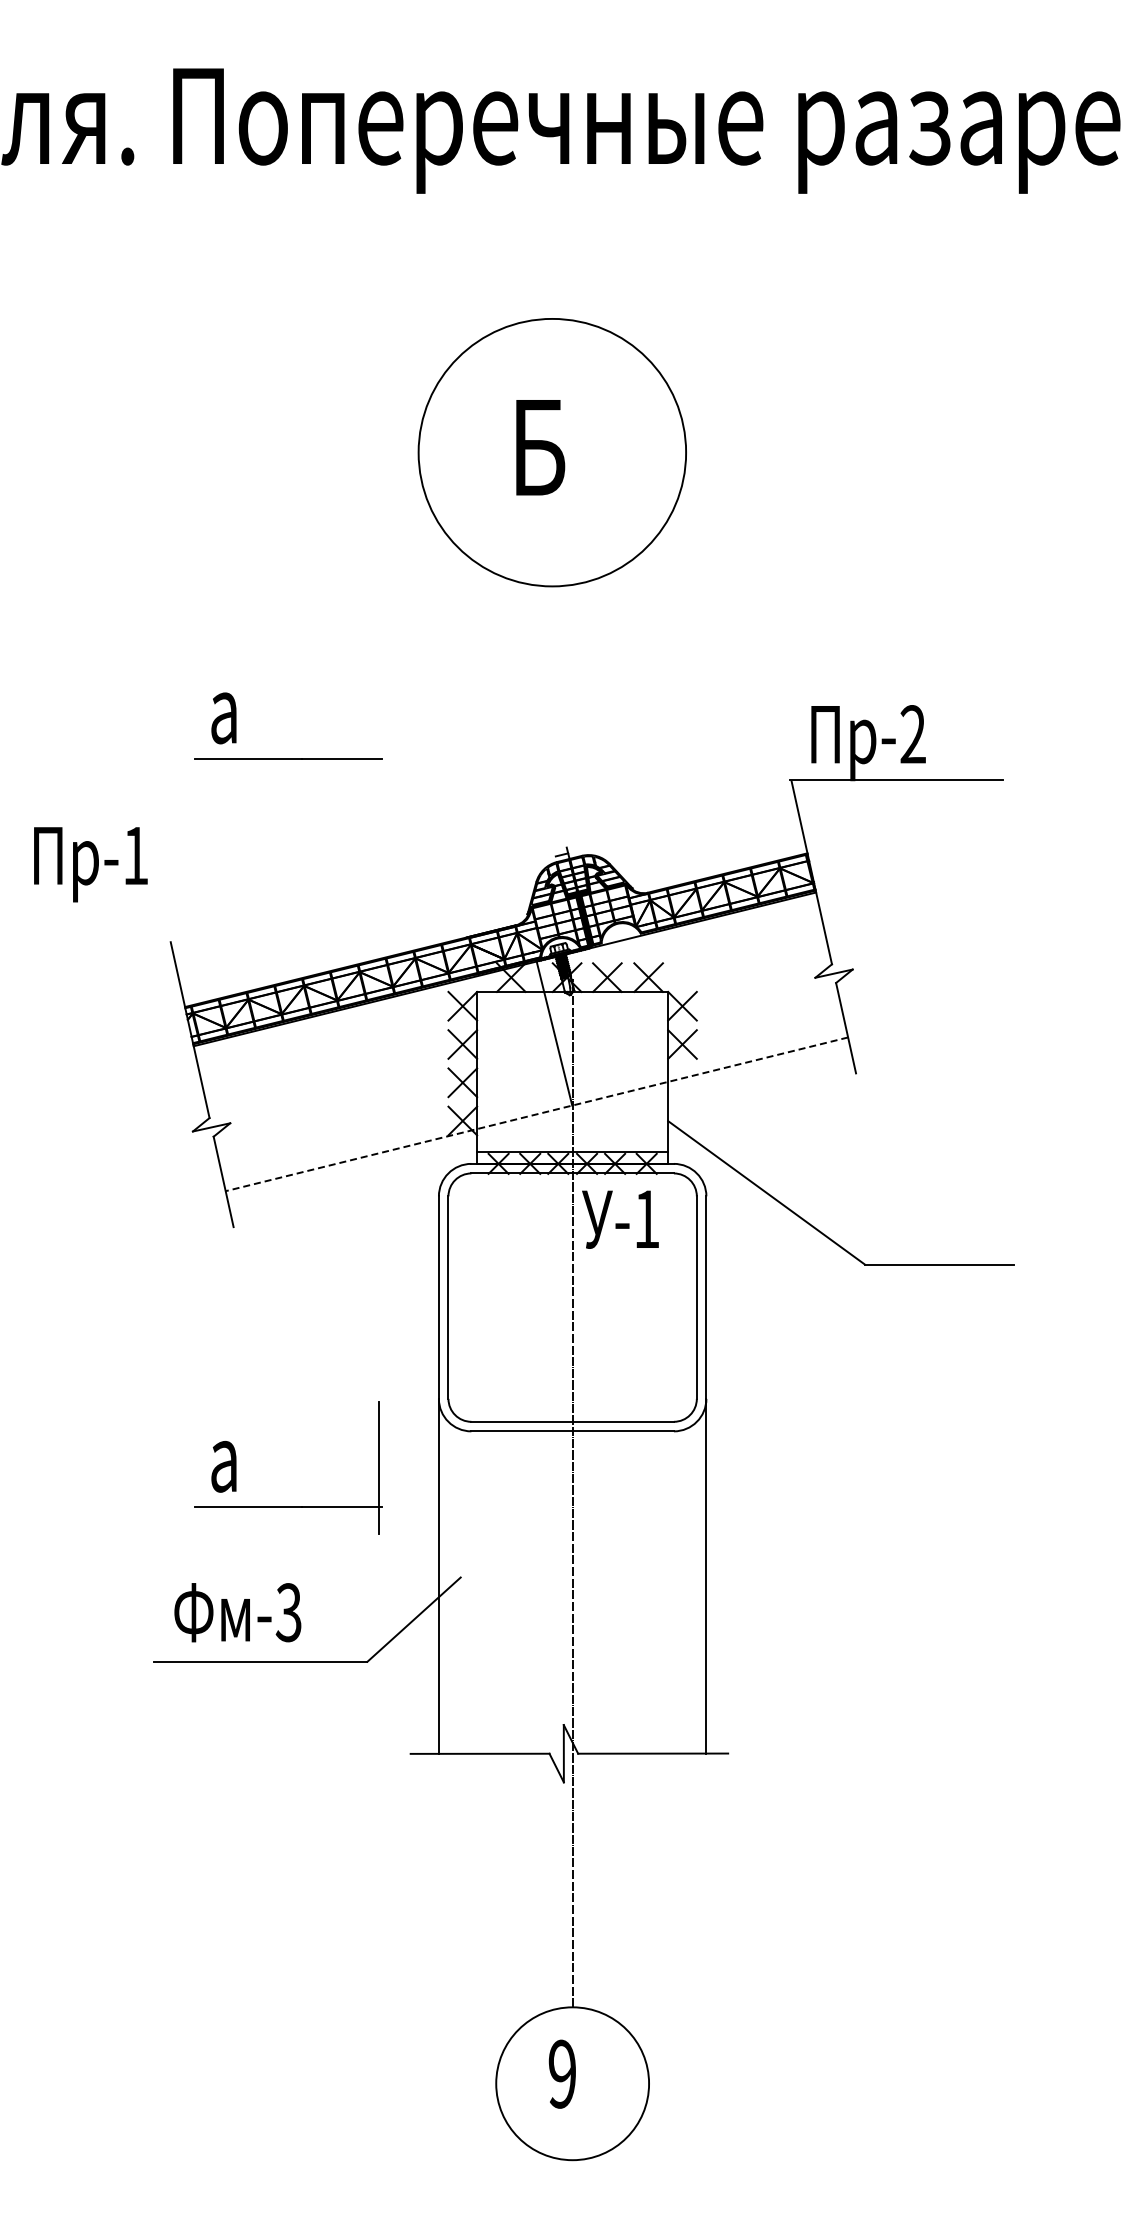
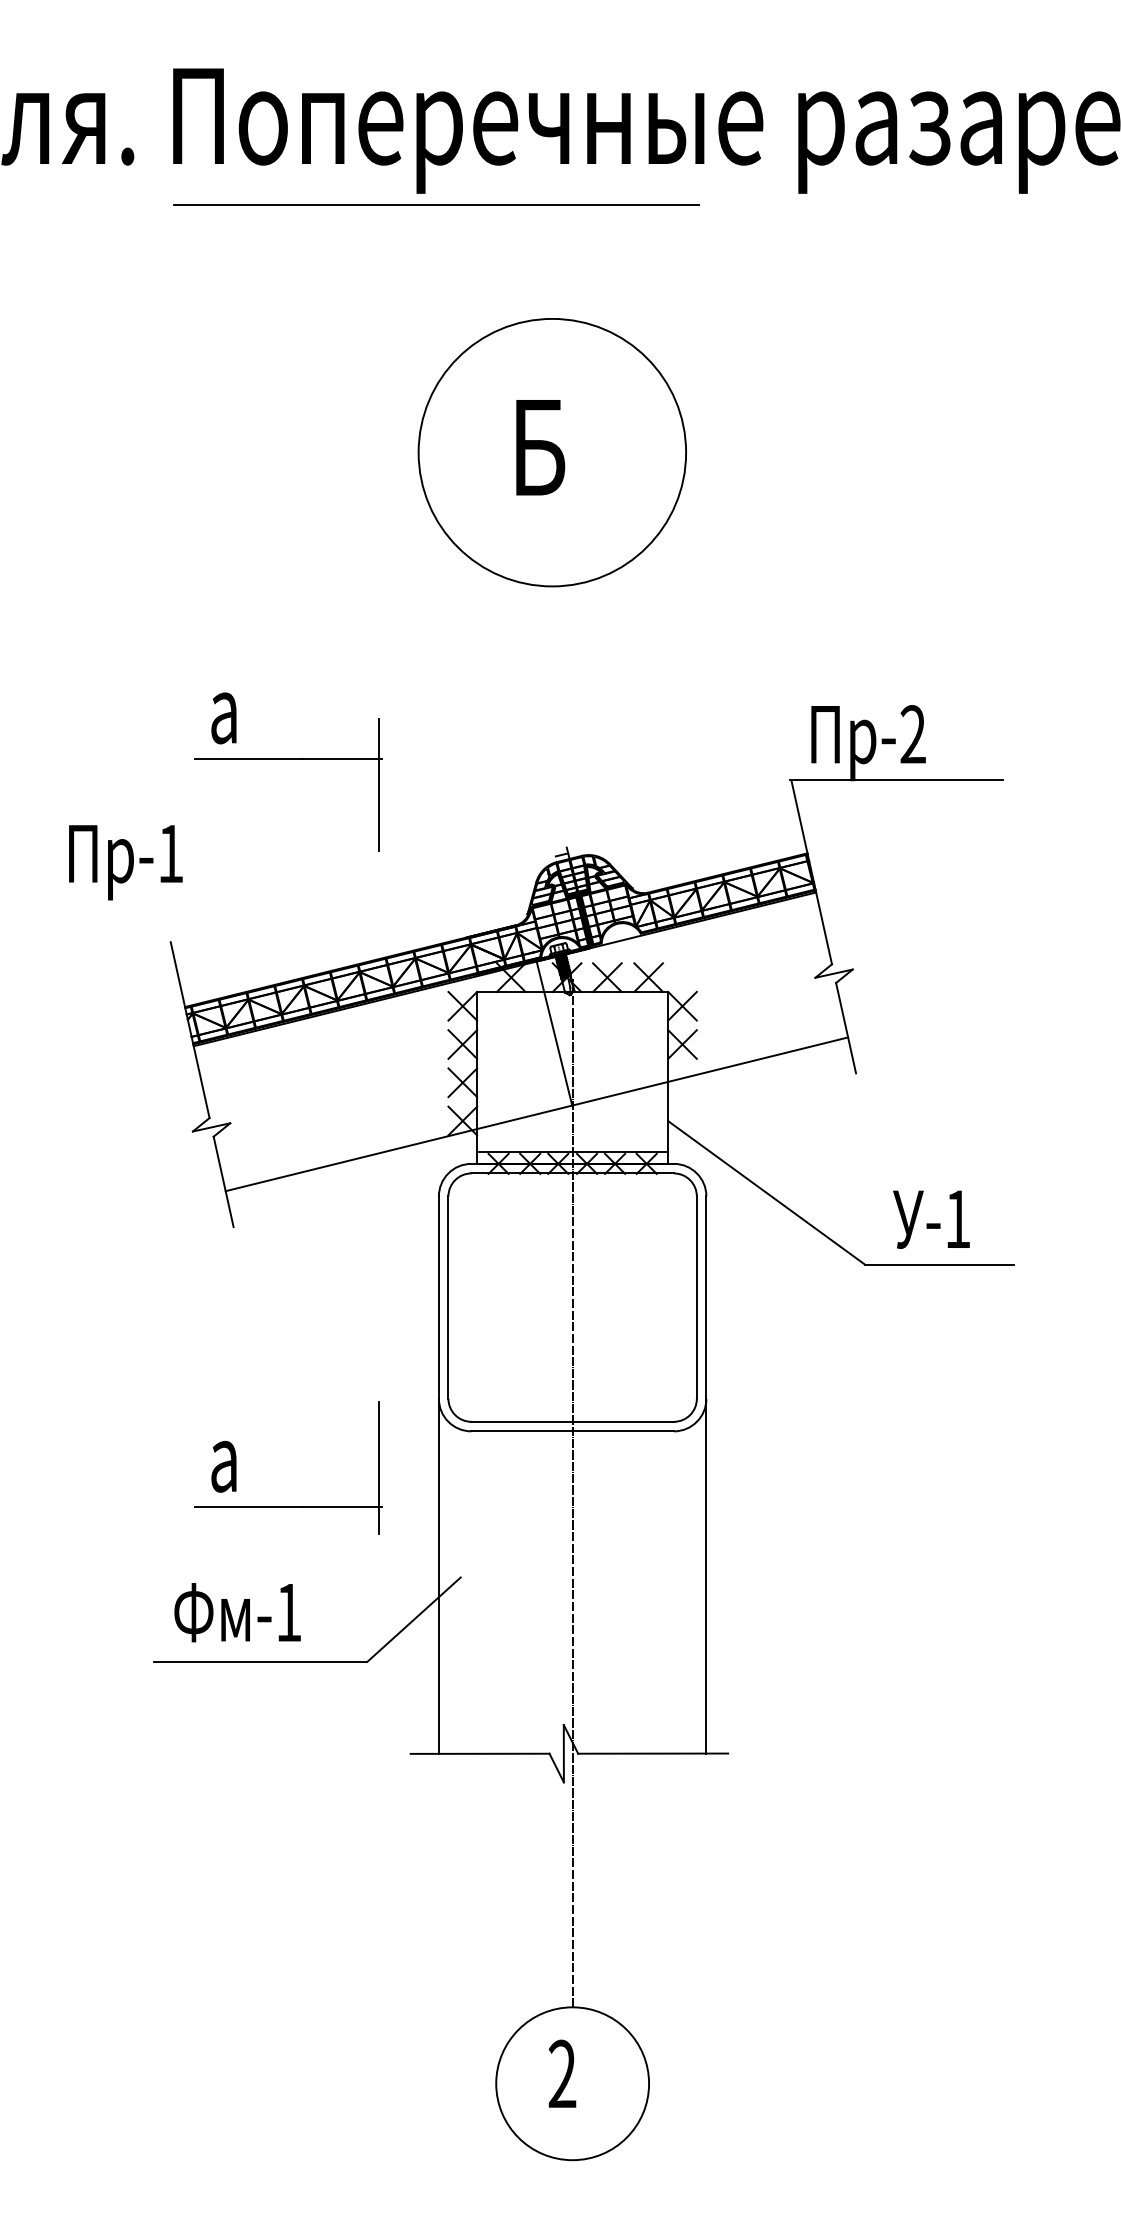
line at (436, 205): none -> present
line at (378, 784): none -> present
text at (90, 864) position: (90, 864) -> (125, 862)
line at (536, 1114): dashed -> solid
text at (620, 1219) position: (620, 1219) -> (931, 1219)
text at (288, 1612): -3 -> -1
text at (562, 2073): 9 -> 2
